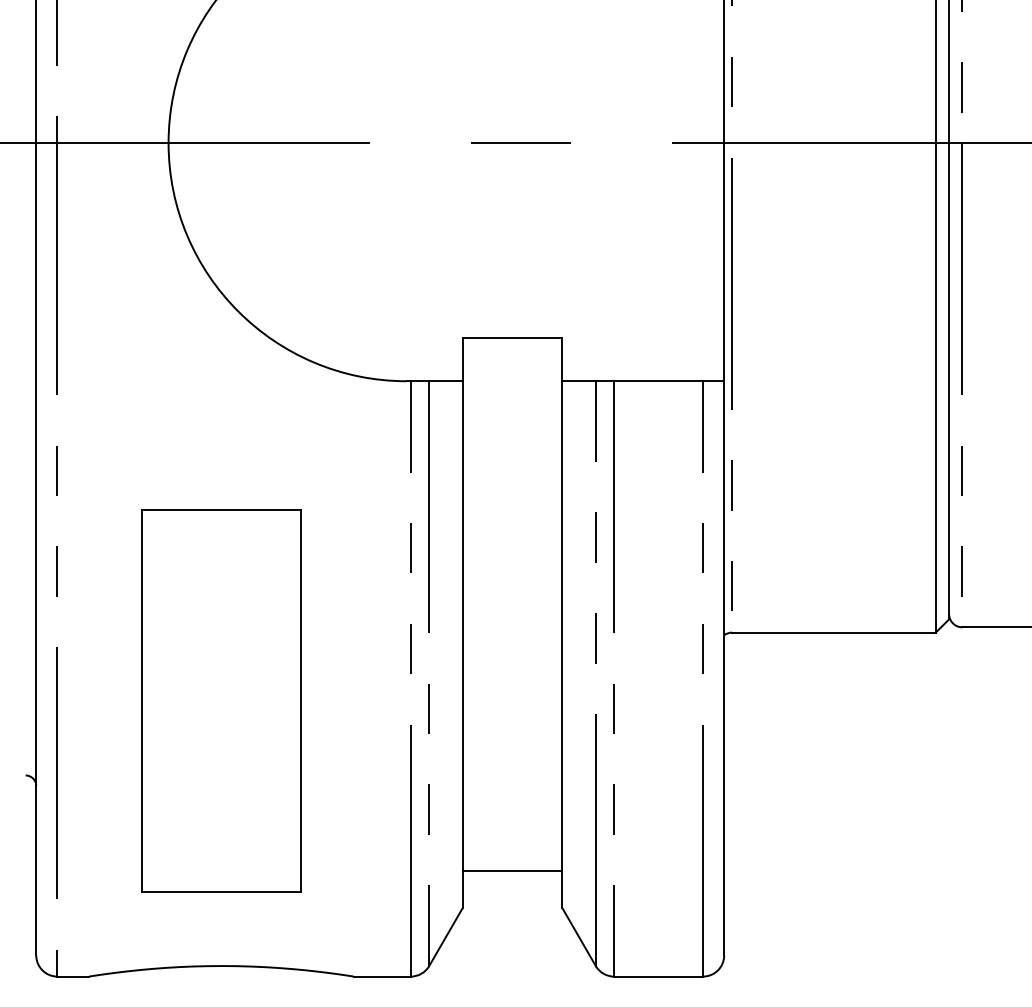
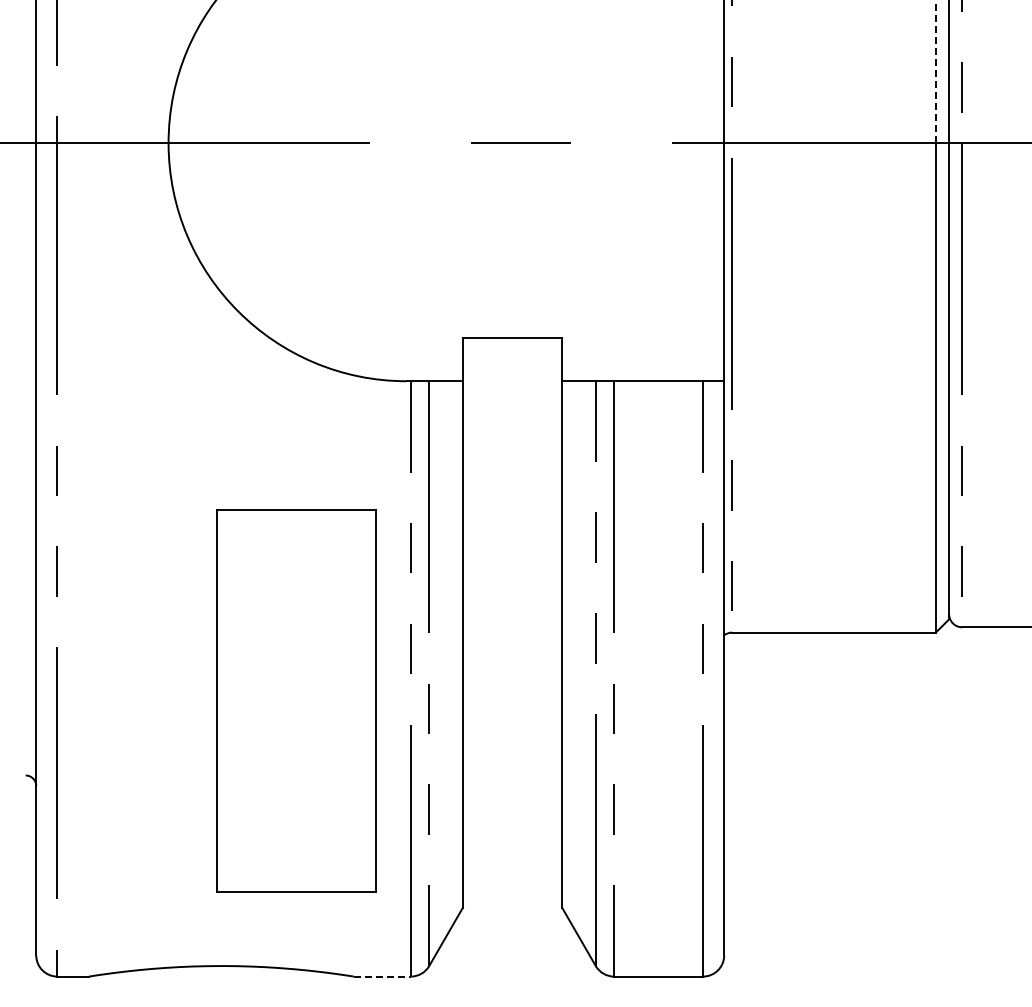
line at (935, 71): solid -> dashed
part at (221, 700) position: (221, 700) -> (296, 700)
line at (512, 870): present -> none
line at (382, 976): solid -> dashed
